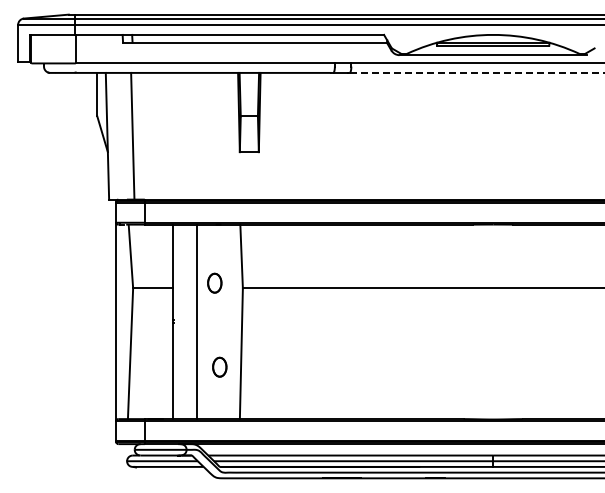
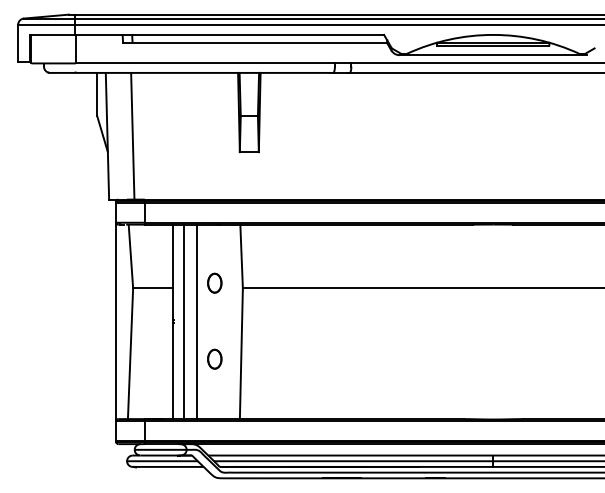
line at (477, 72): dashed -> solid
line at (184, 321): none -> present
part at (219, 366) position: (219, 366) -> (214, 358)
